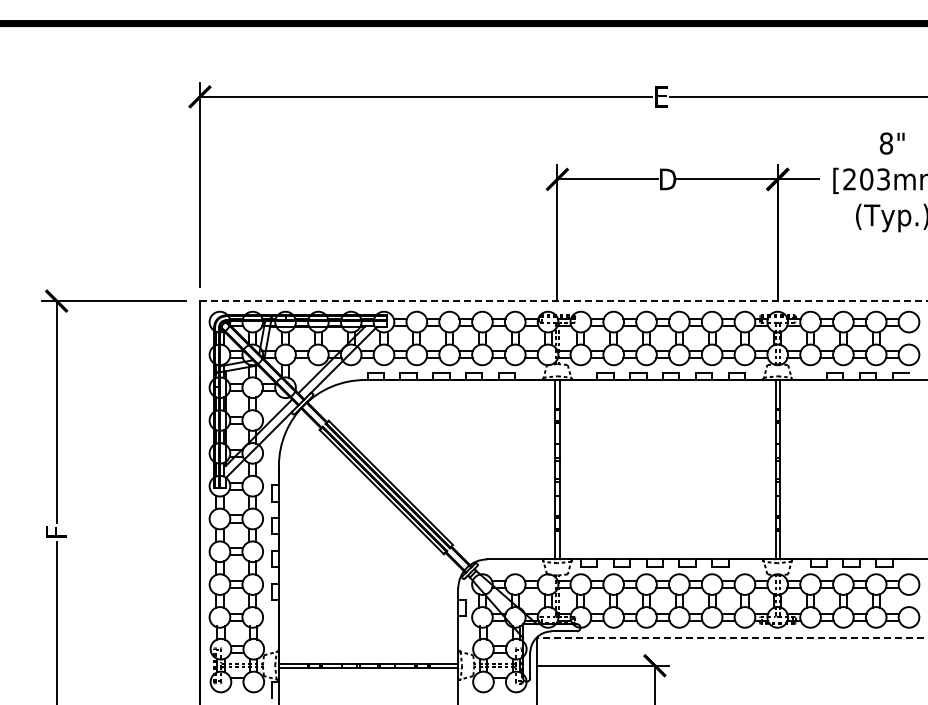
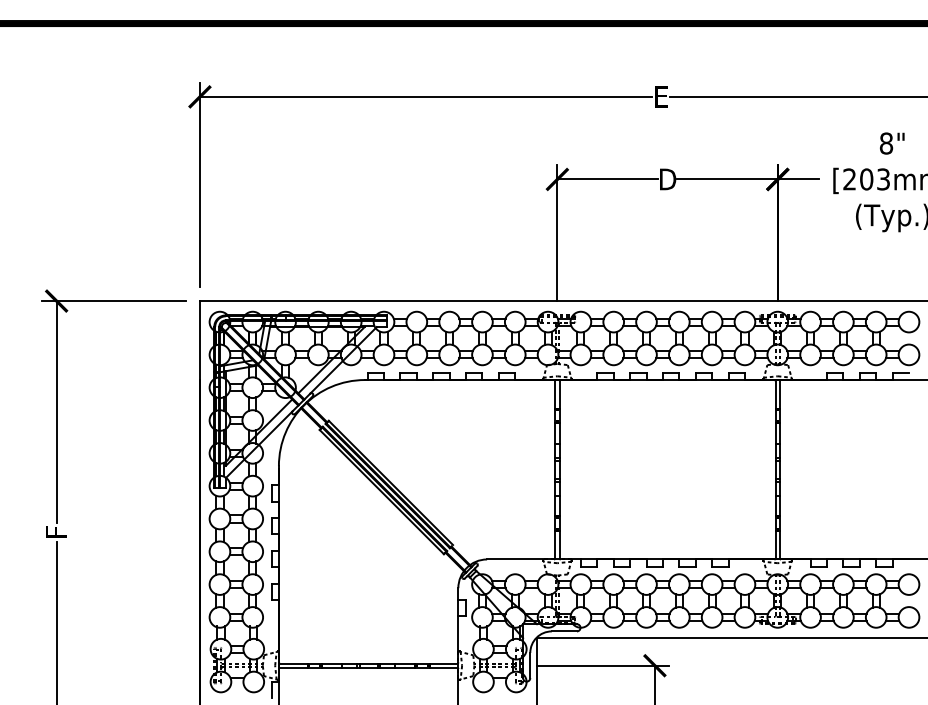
line at (563, 301): dashed -> solid
line at (732, 638): dashed -> solid
